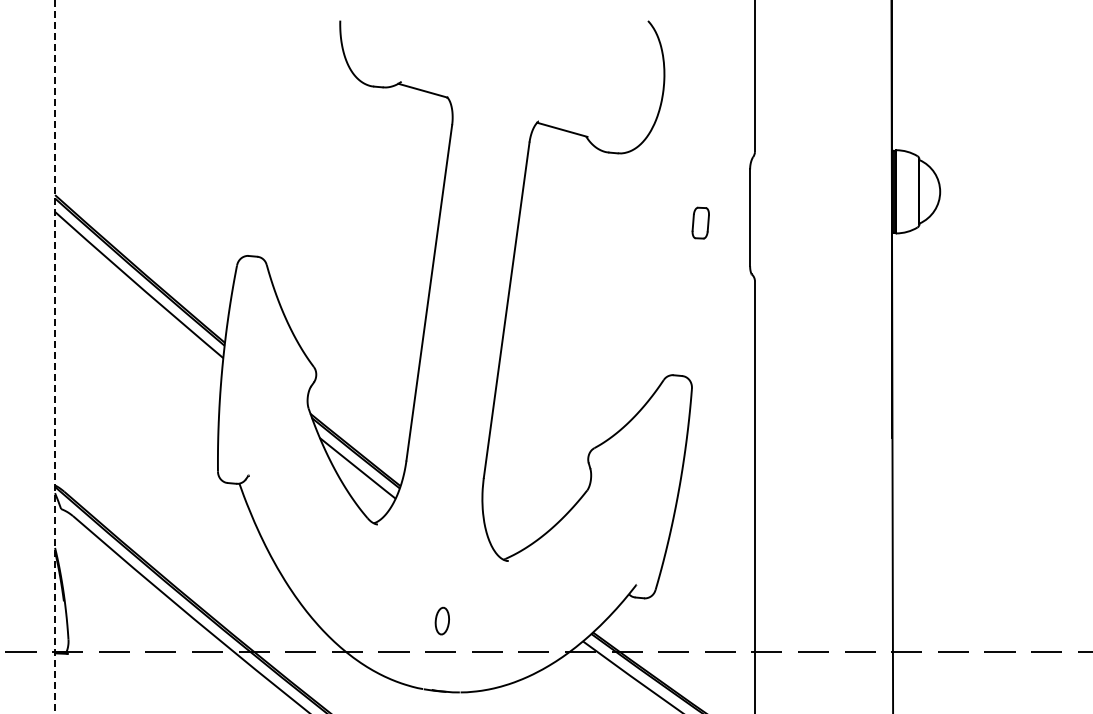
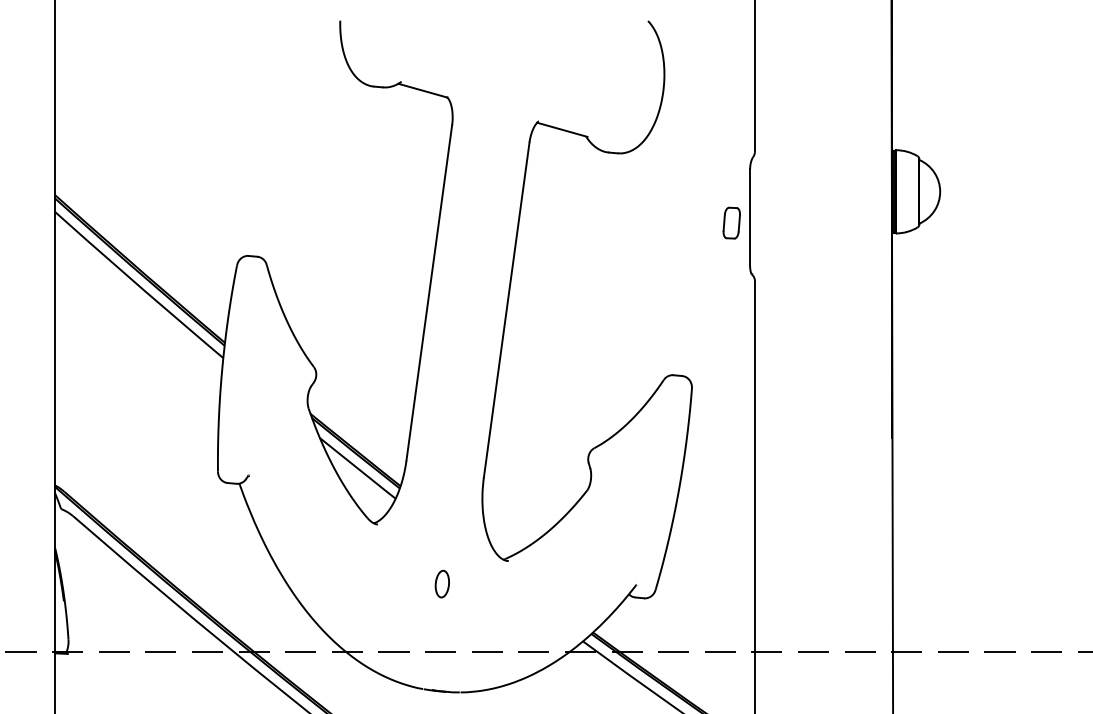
part at (700, 222) position: (700, 222) -> (731, 222)
line at (55, 356): dashed -> solid
part at (441, 620) position: (441, 620) -> (441, 583)
